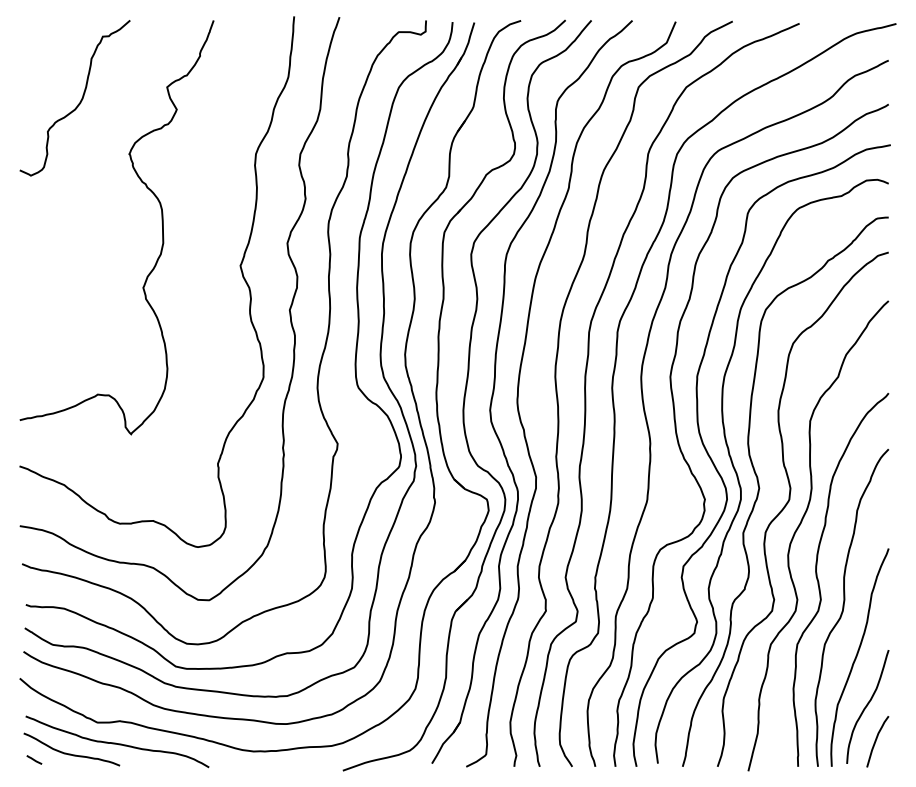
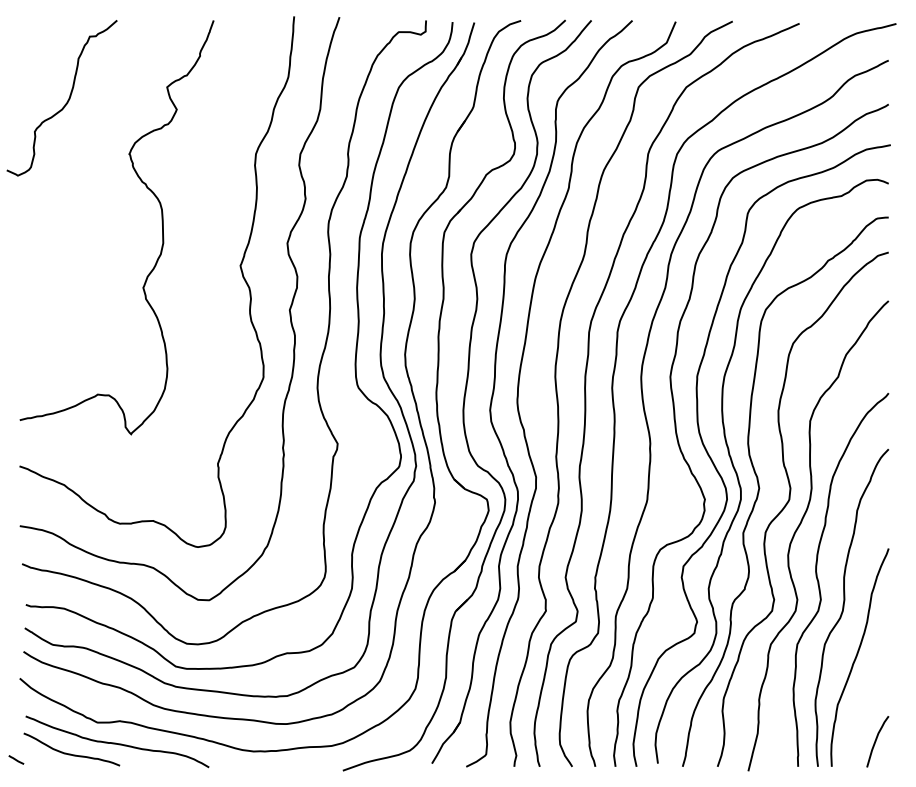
curve at (80, 100) position: (80, 100) -> (67, 100)
curve at (867, 706): present -> none
line at (34, 759) position: (34, 759) -> (16, 759)
